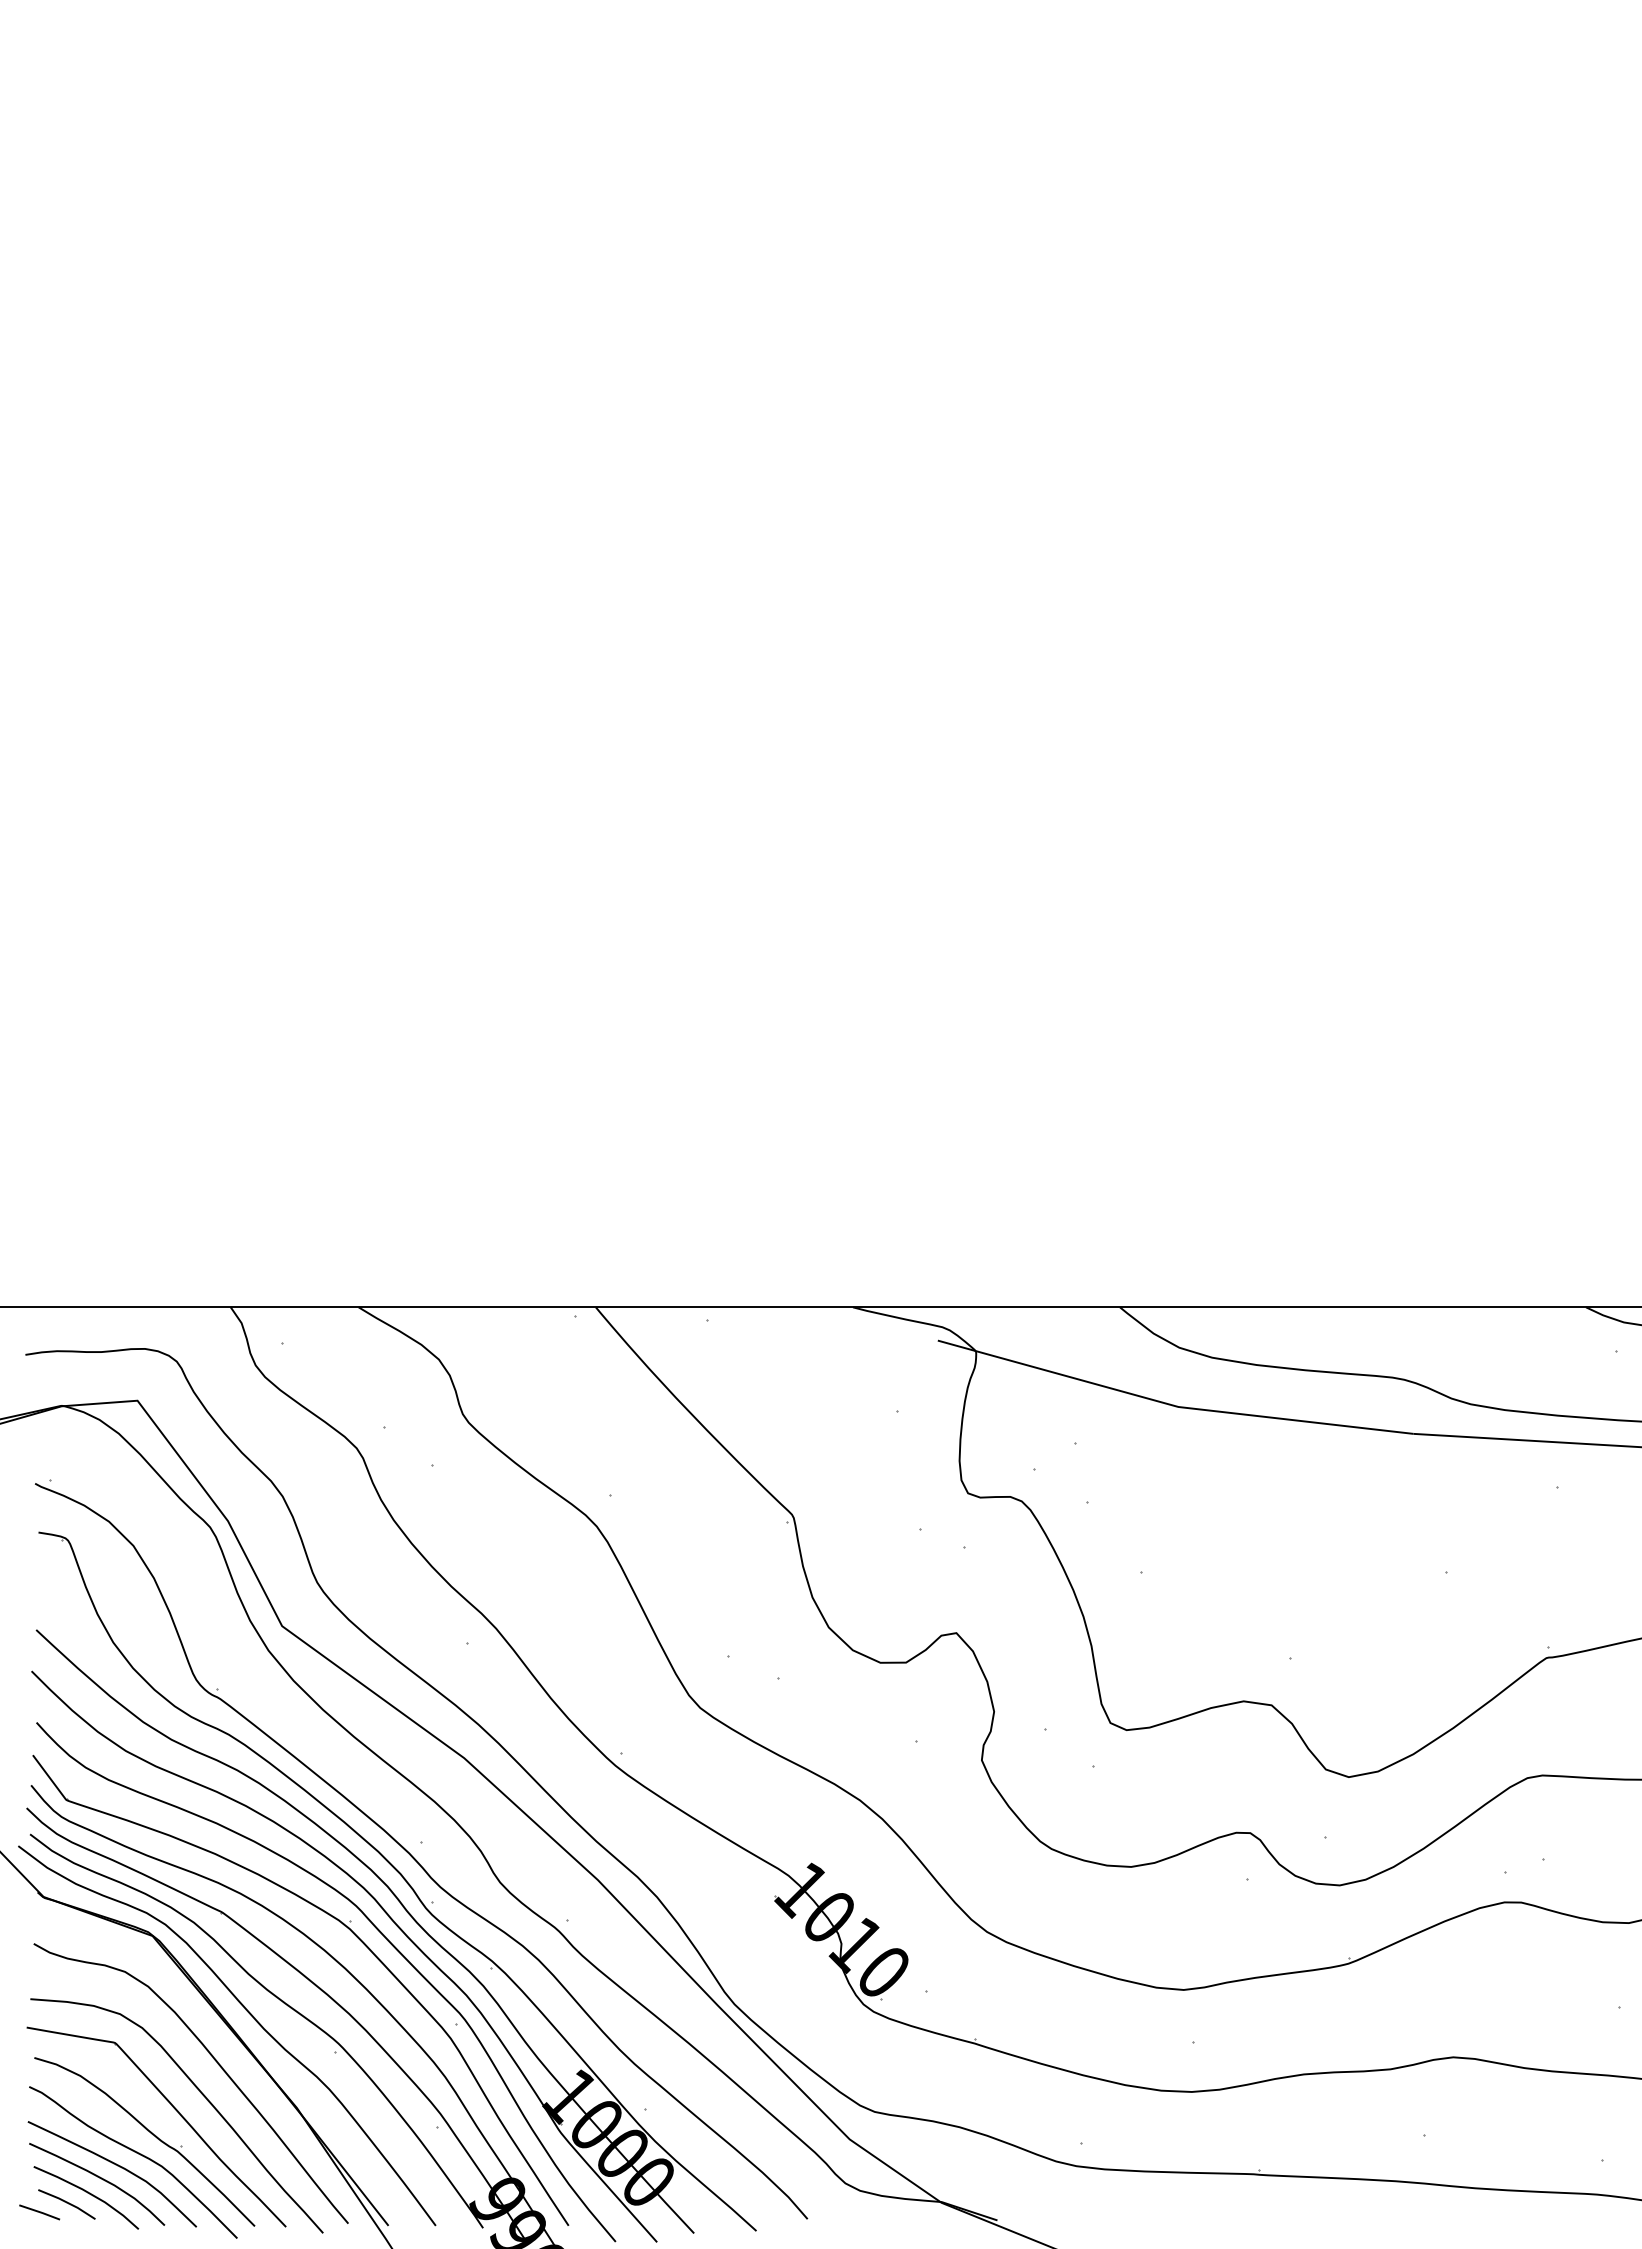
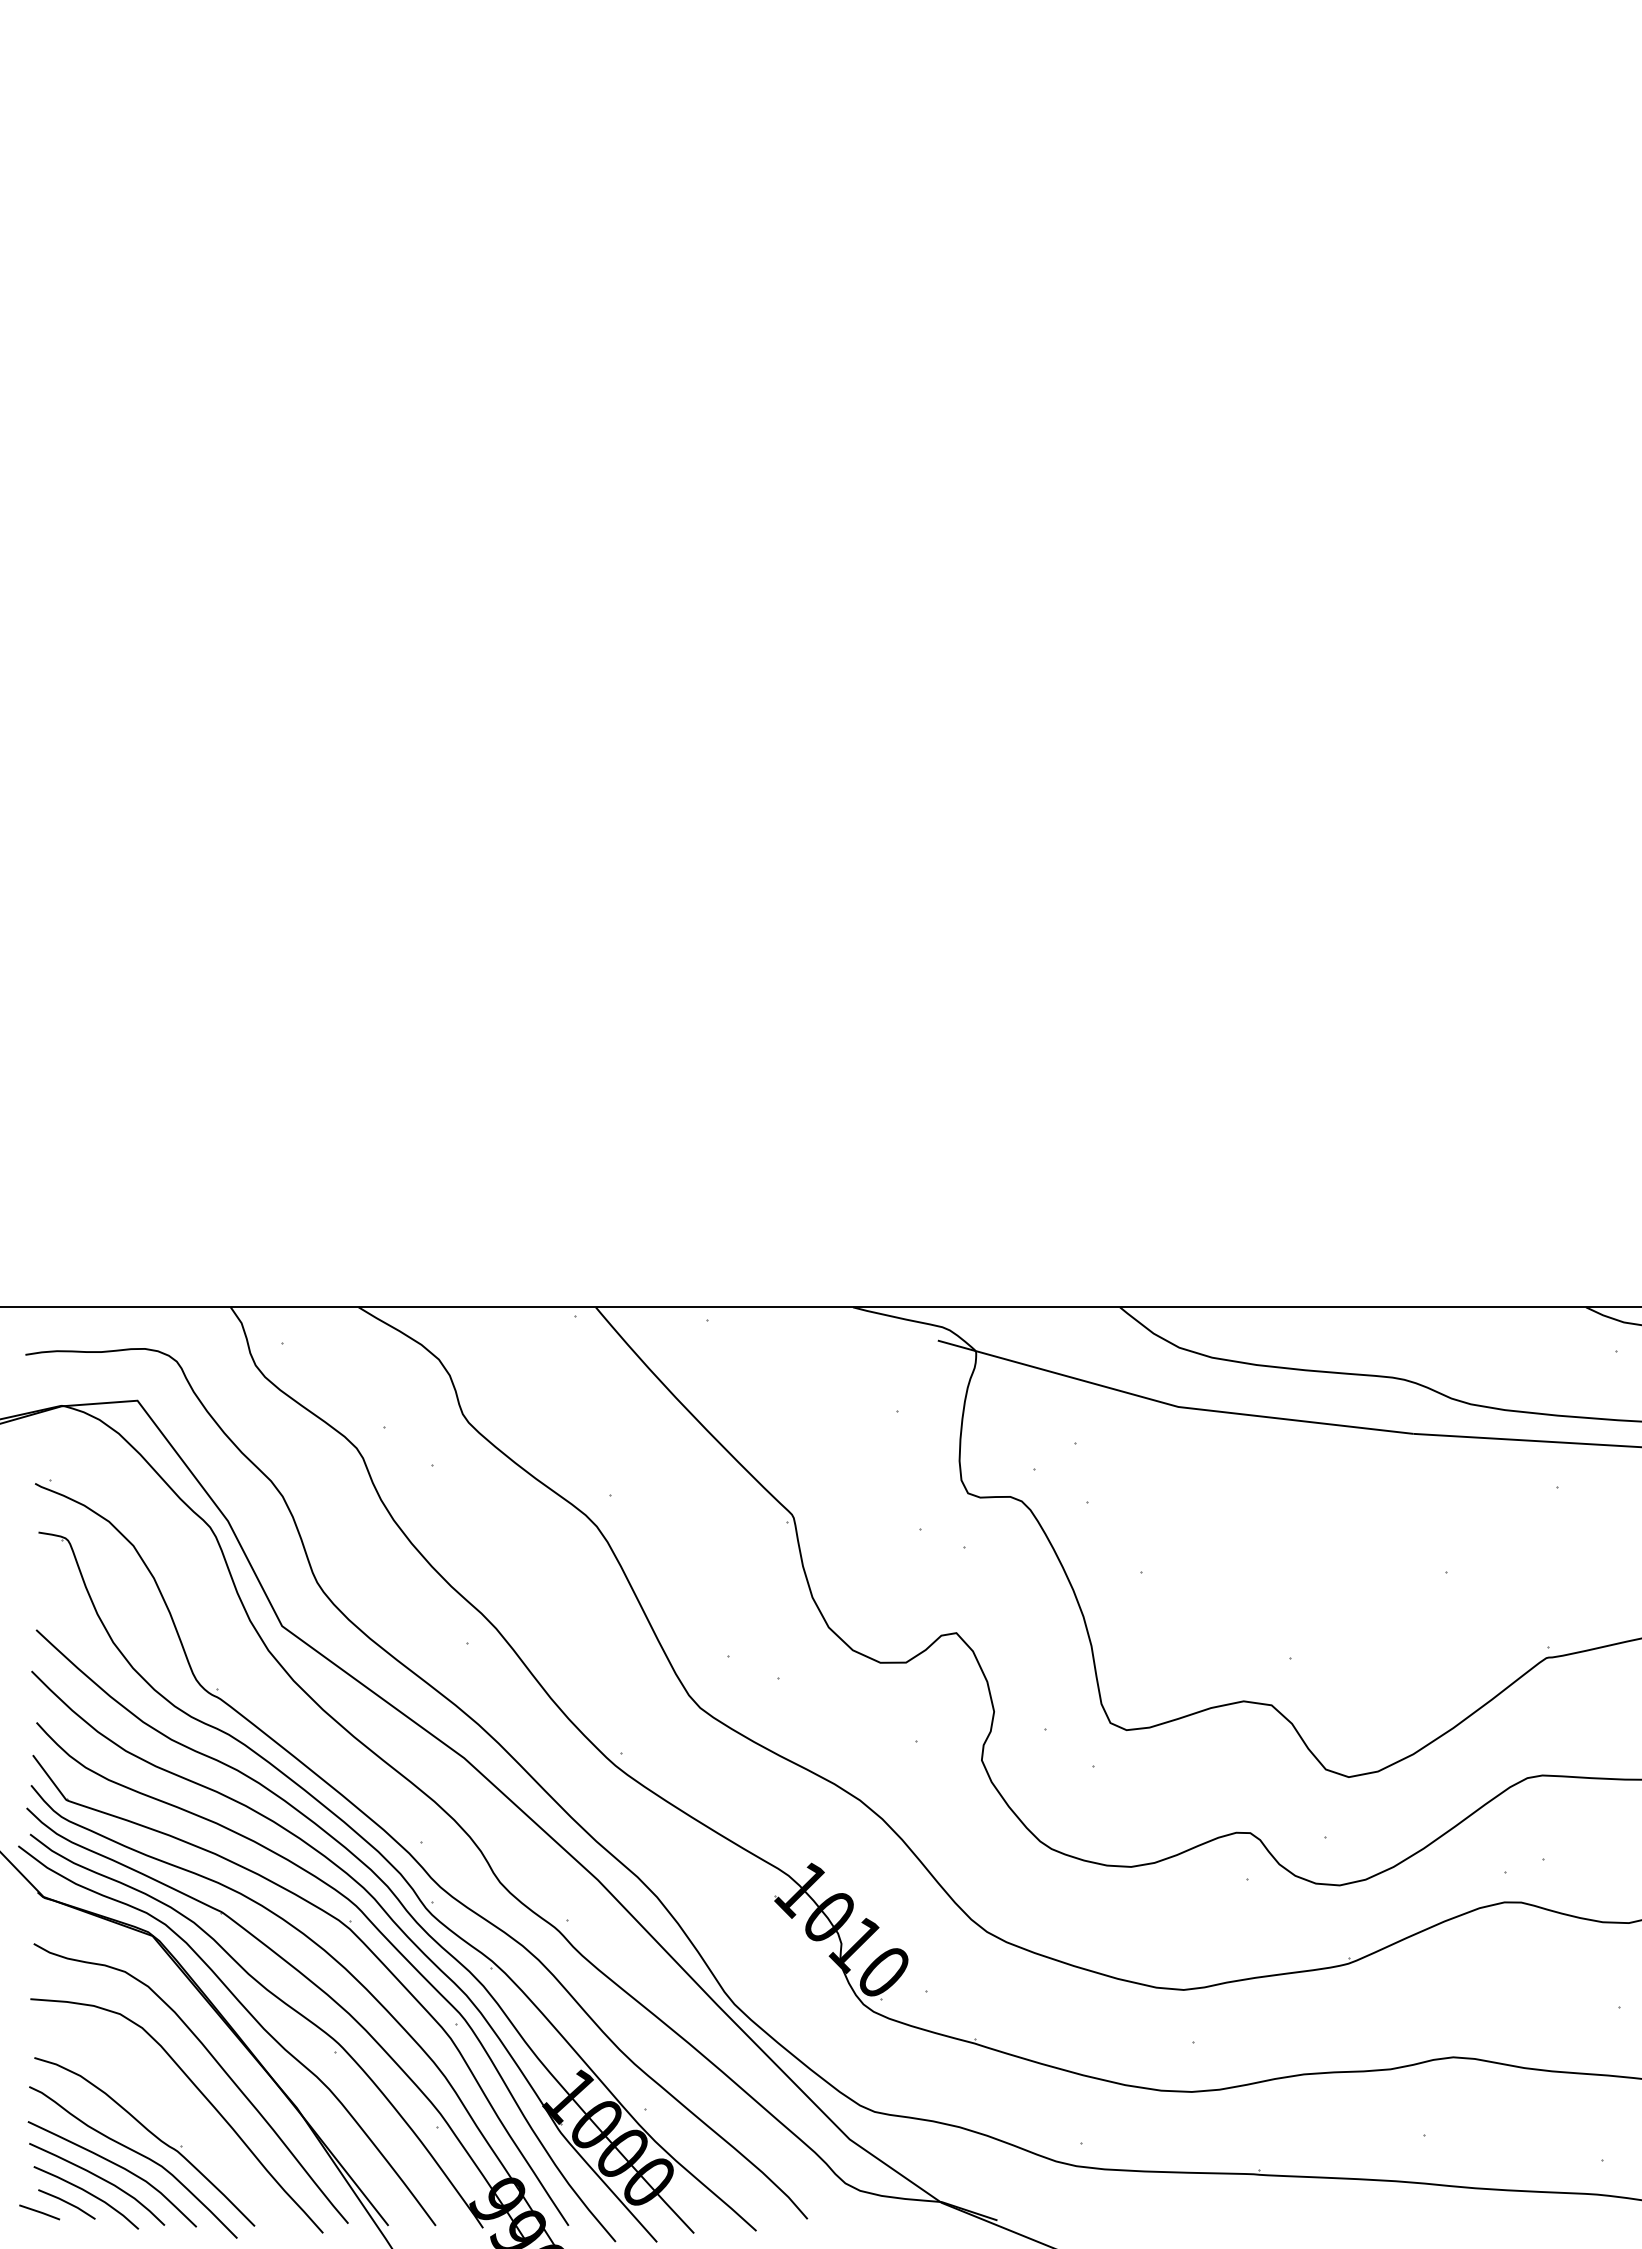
part at (173, 2108): present -> none
